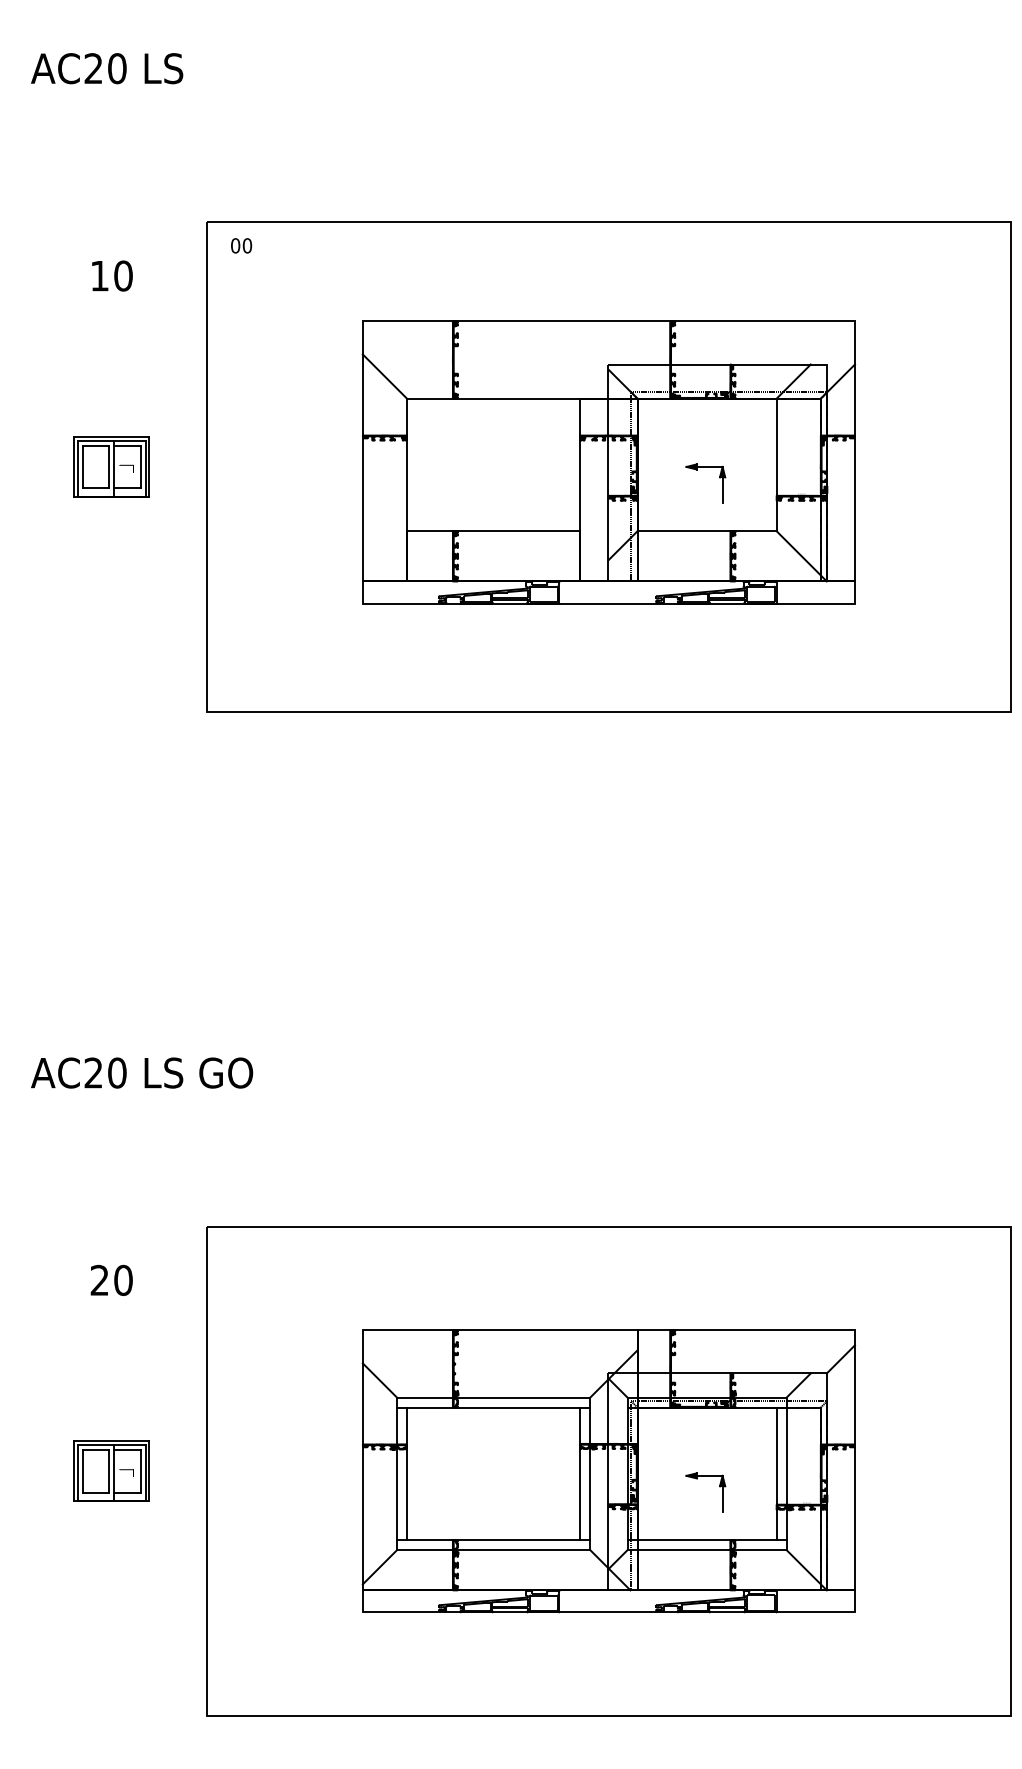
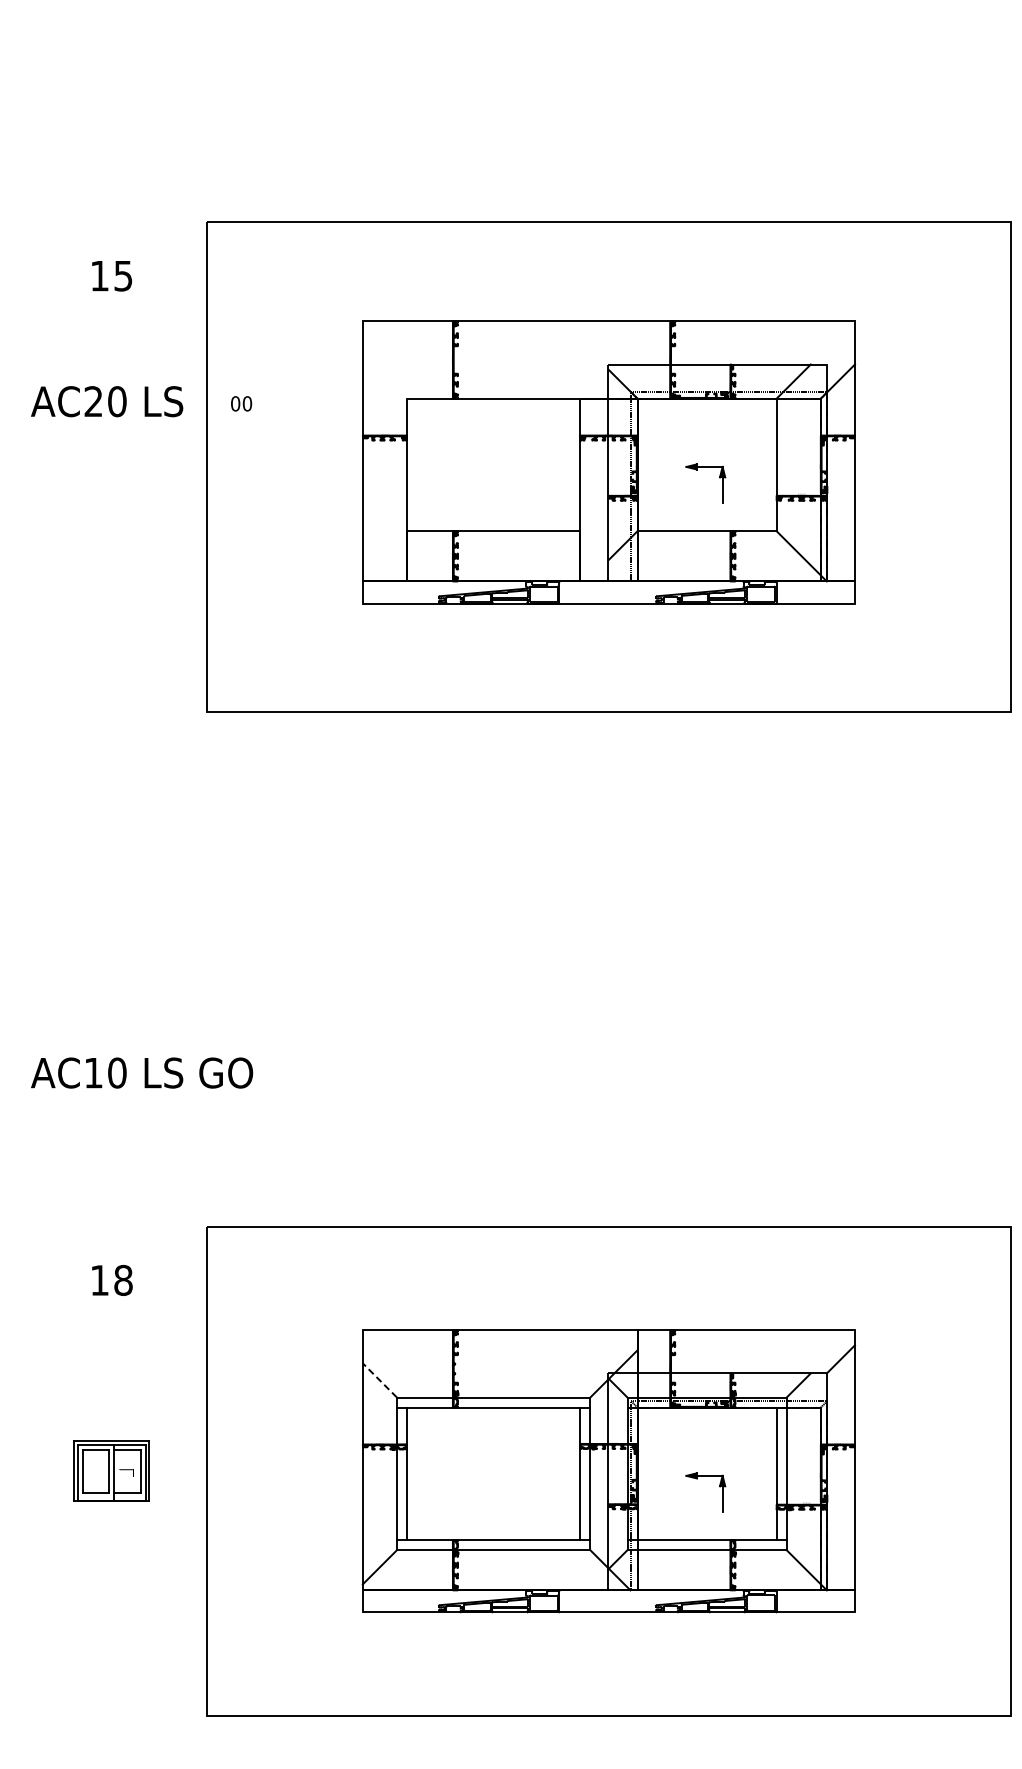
text at (107, 68) position: (107, 68) -> (107, 401)
text at (241, 245) position: (241, 245) -> (241, 403)
text at (123, 275): 10 -> 15
line at (384, 376): present -> none
part at (111, 466): present -> none
text at (93, 1072): AC20 -> AC10
text at (111, 1279): 20 -> 18
line at (379, 1380): solid -> dashed
